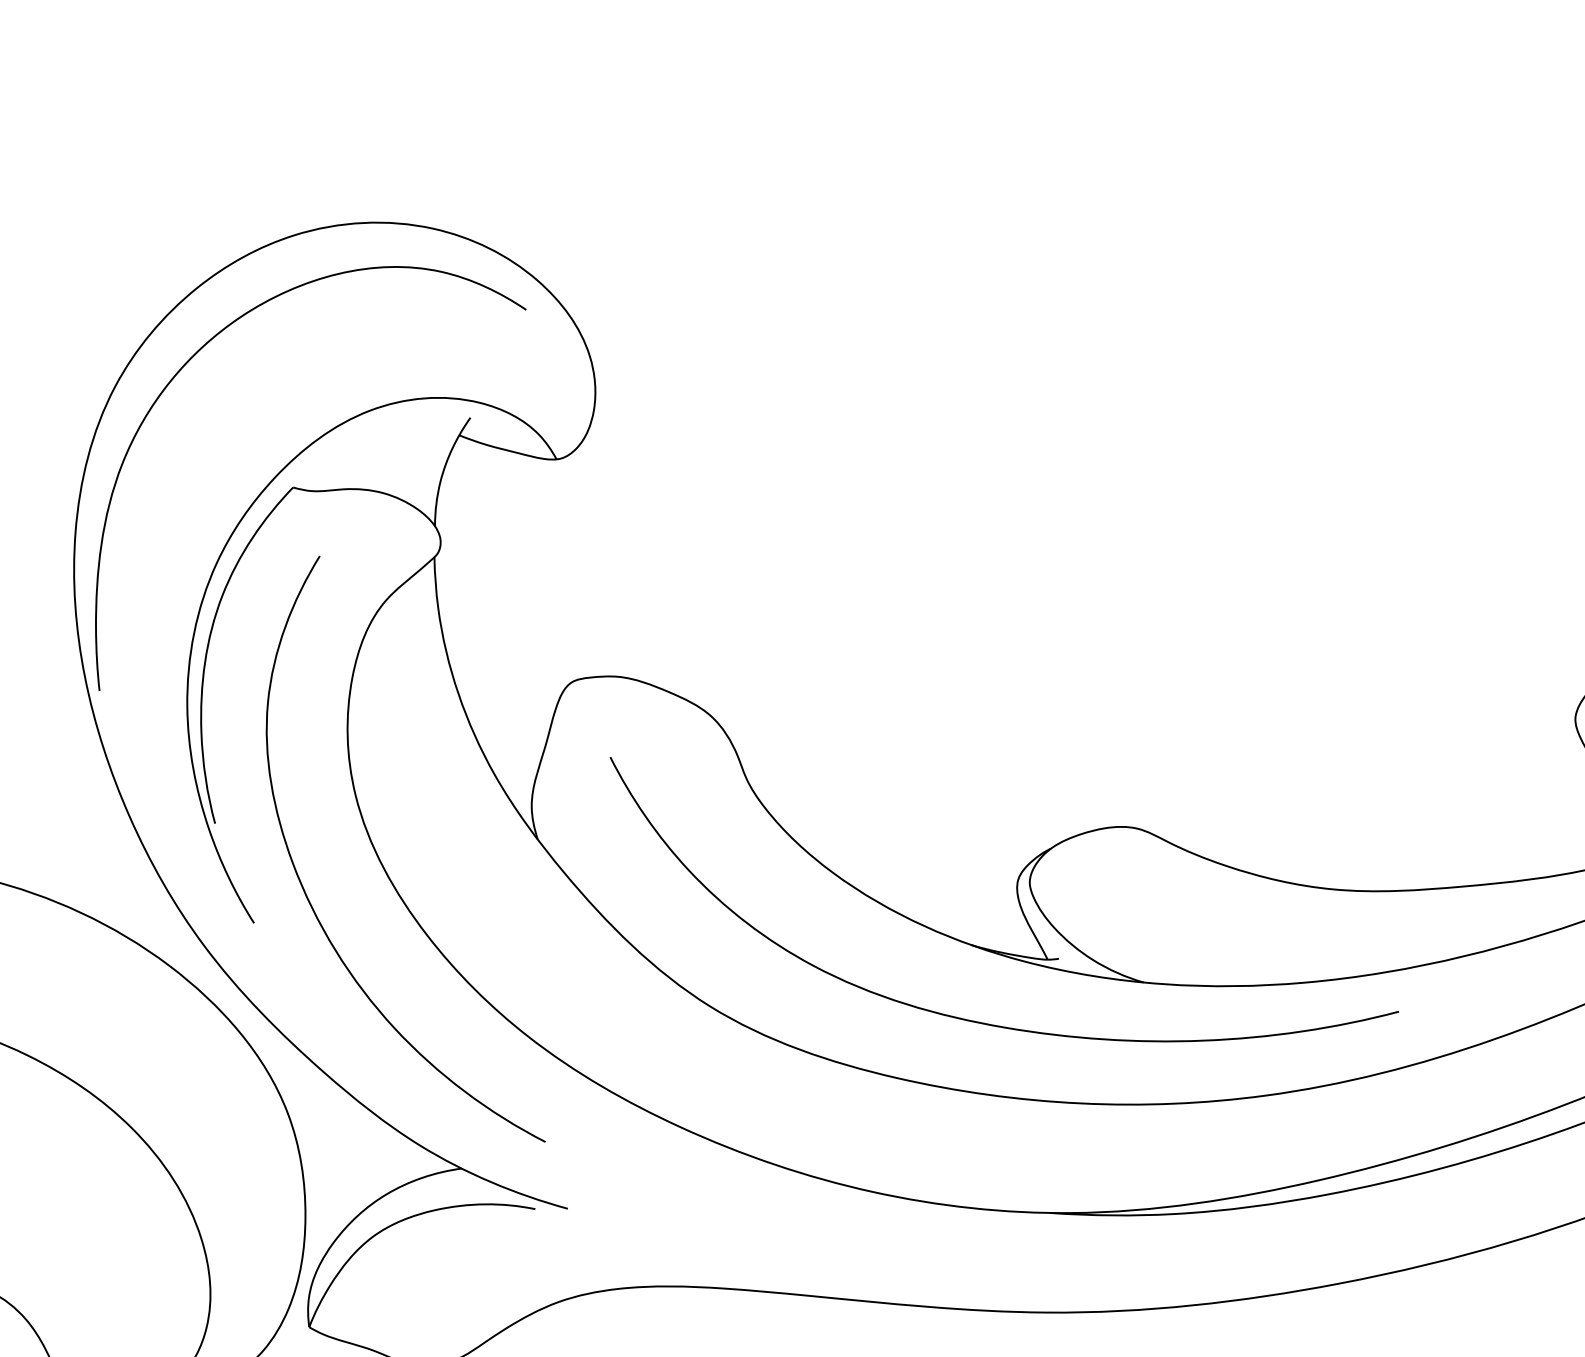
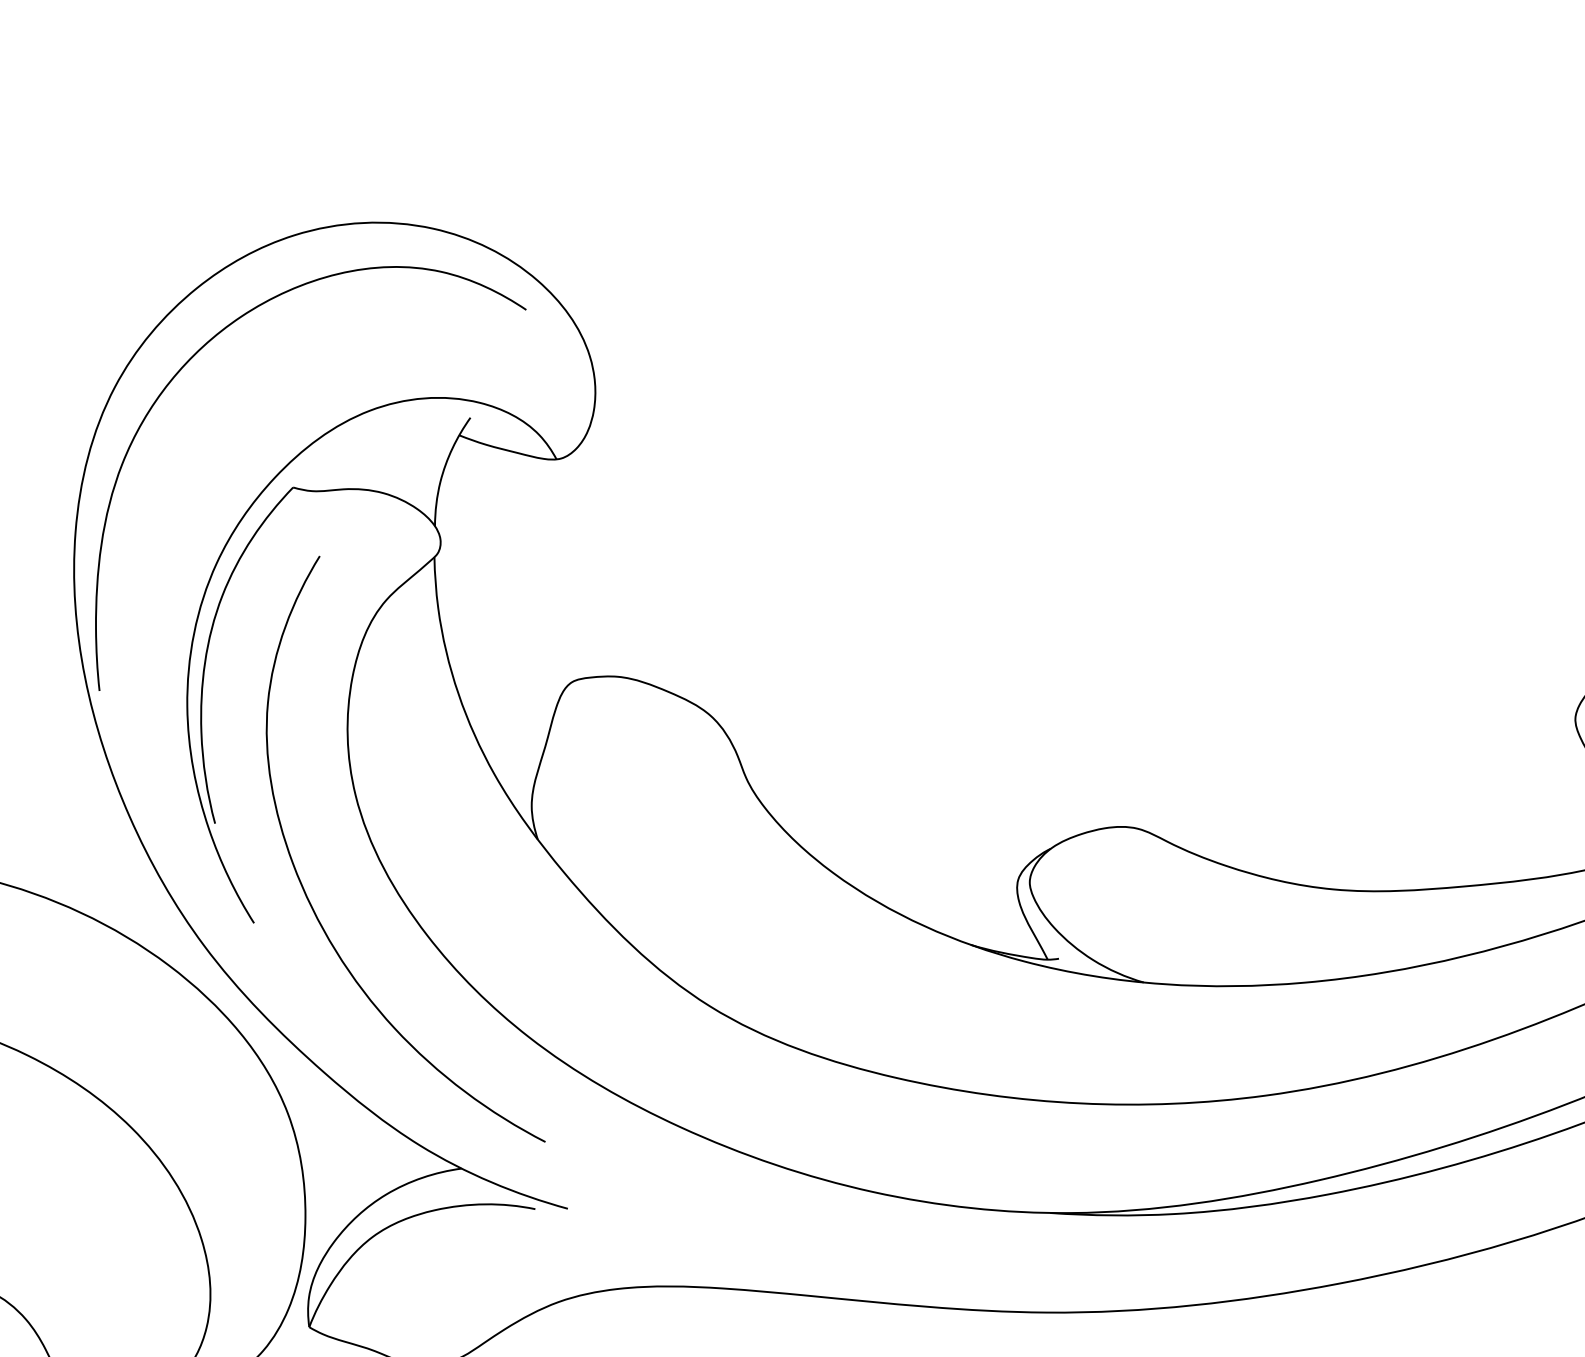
curve at (979, 1021): present -> none
